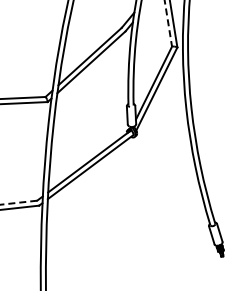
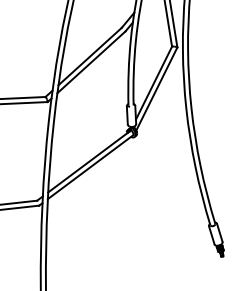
line at (168, 24): dashed -> solid
line at (18, 202): dashed -> solid
